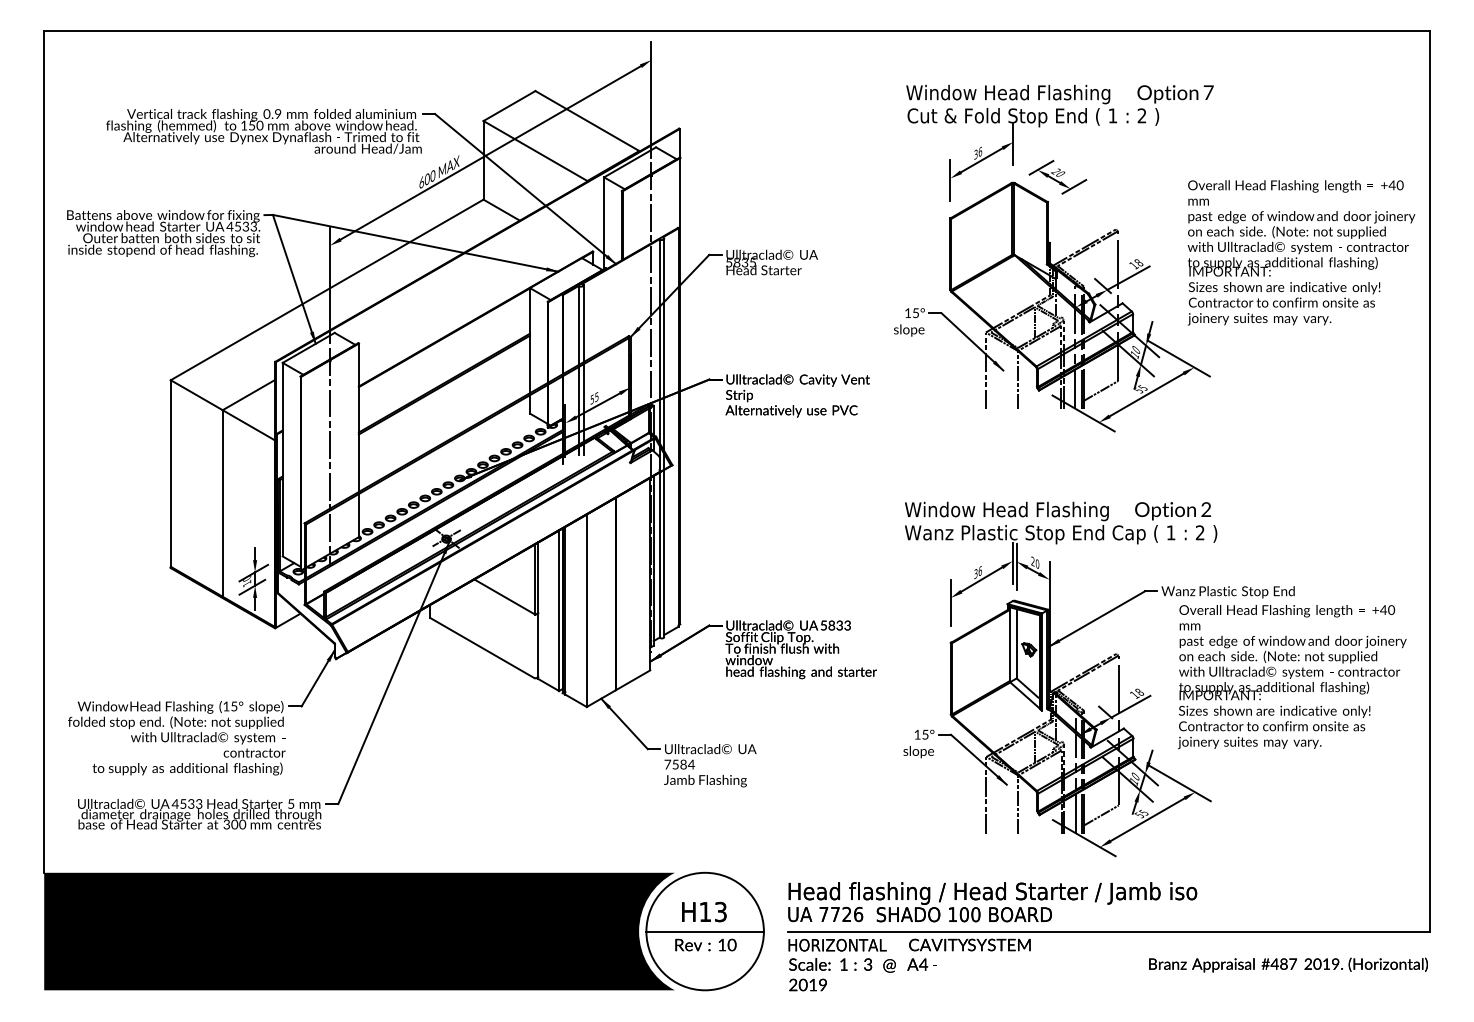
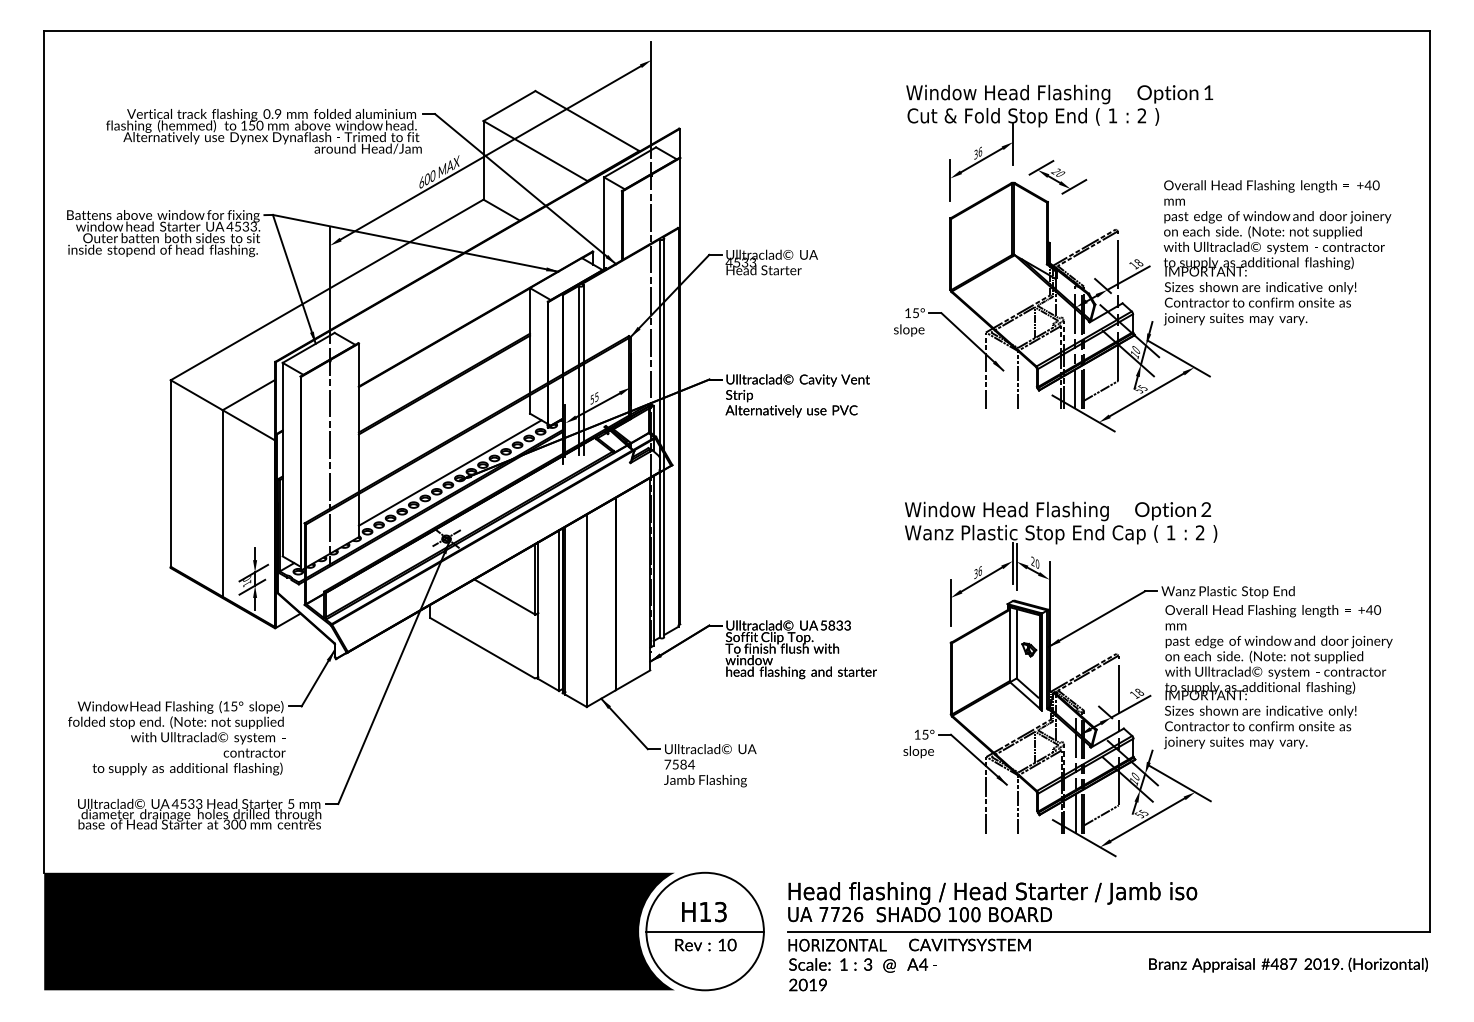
text at (1208, 92): 7 -> 1
text at (1301, 252) position: (1301, 252) -> (1277, 252)
text at (740, 262): 5835 -> 4533
line at (449, 472): none -> present
text at (1292, 677) position: (1292, 677) -> (1278, 677)
